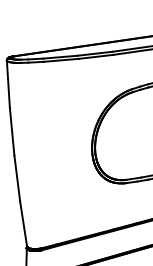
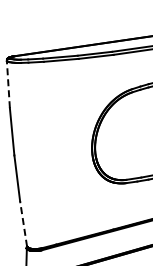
line at (8, 84): solid -> dashed
line at (23, 223): solid -> dashed
